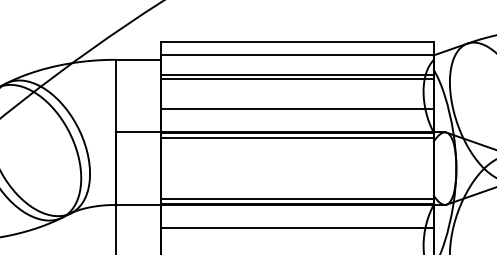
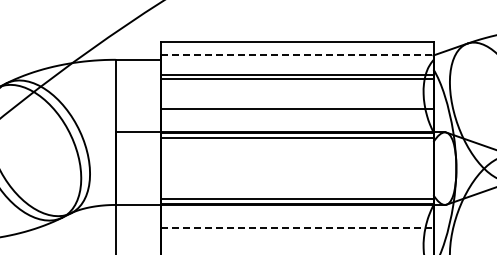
line at (297, 55): solid -> dashed
line at (297, 227): solid -> dashed
